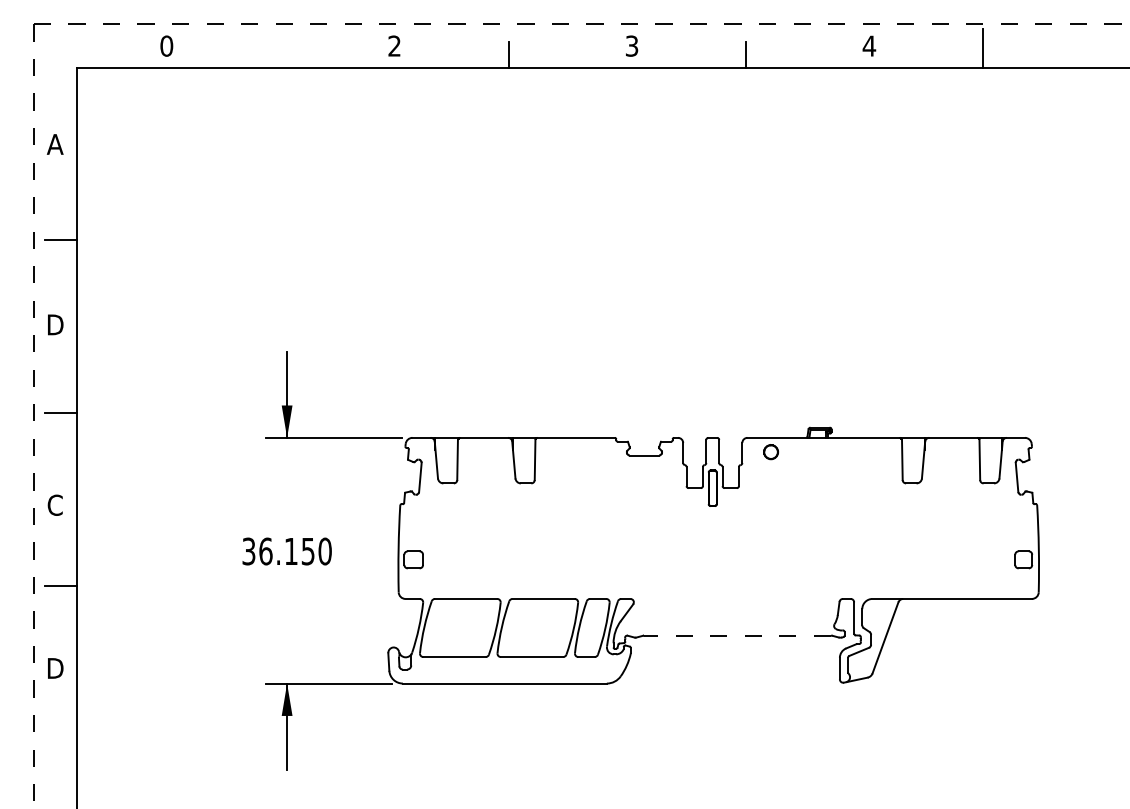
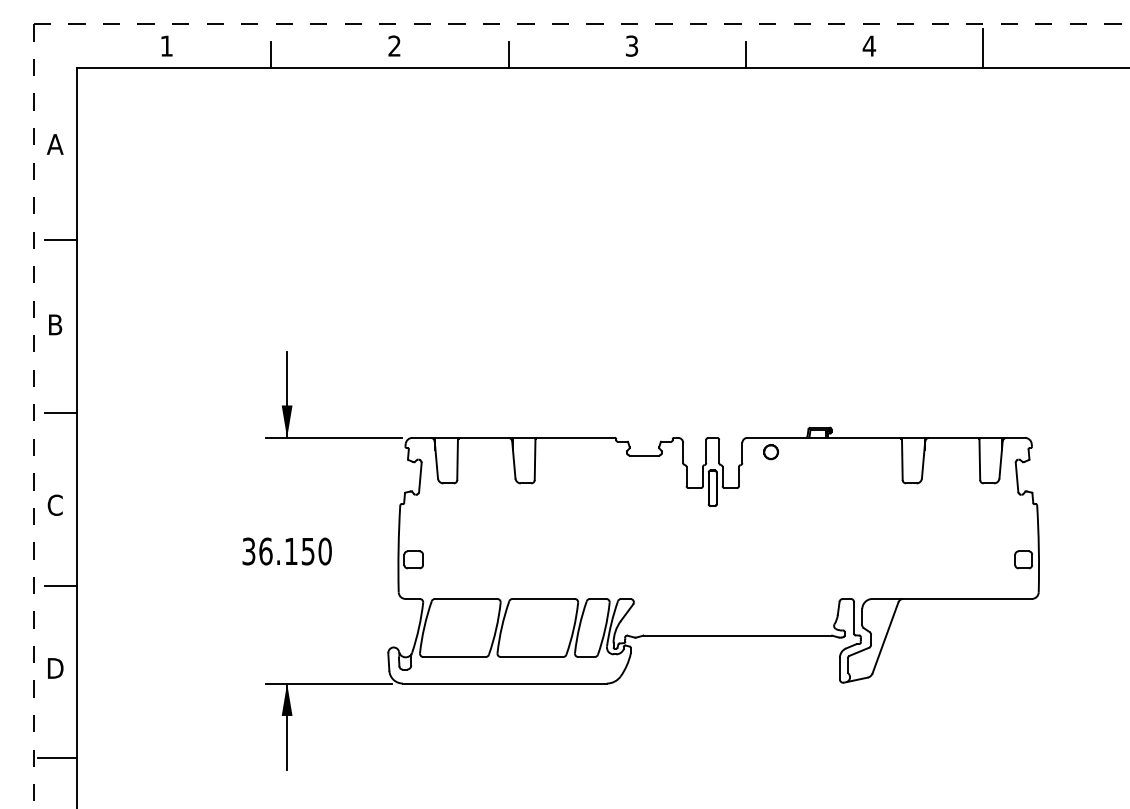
text at (166, 45): 0 -> 1
line at (271, 54): none -> present
text at (55, 324): D -> B
line at (737, 635): dashed -> solid
line at (56, 758): none -> present
